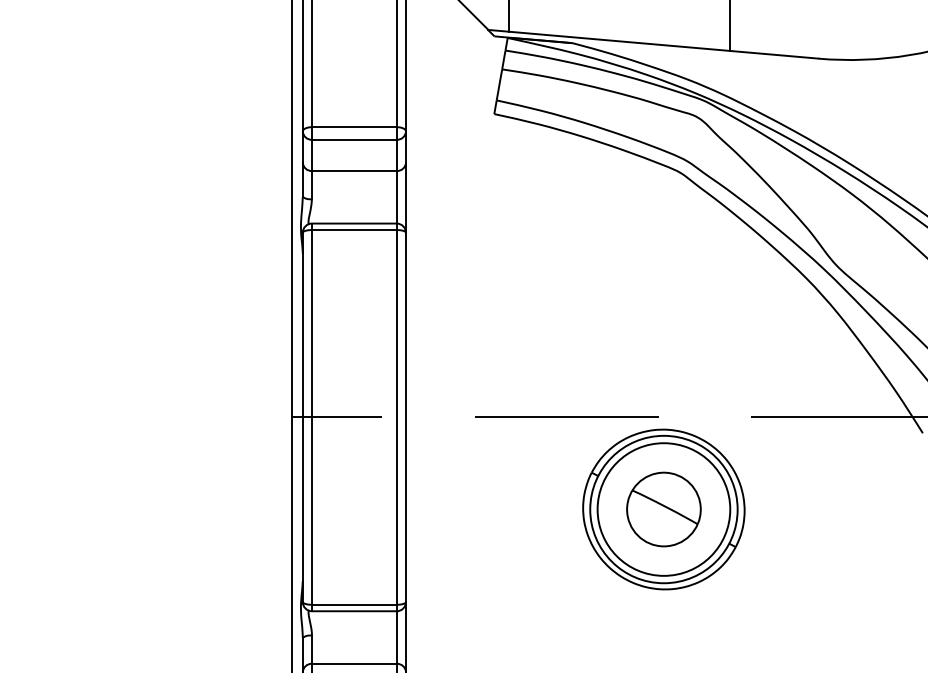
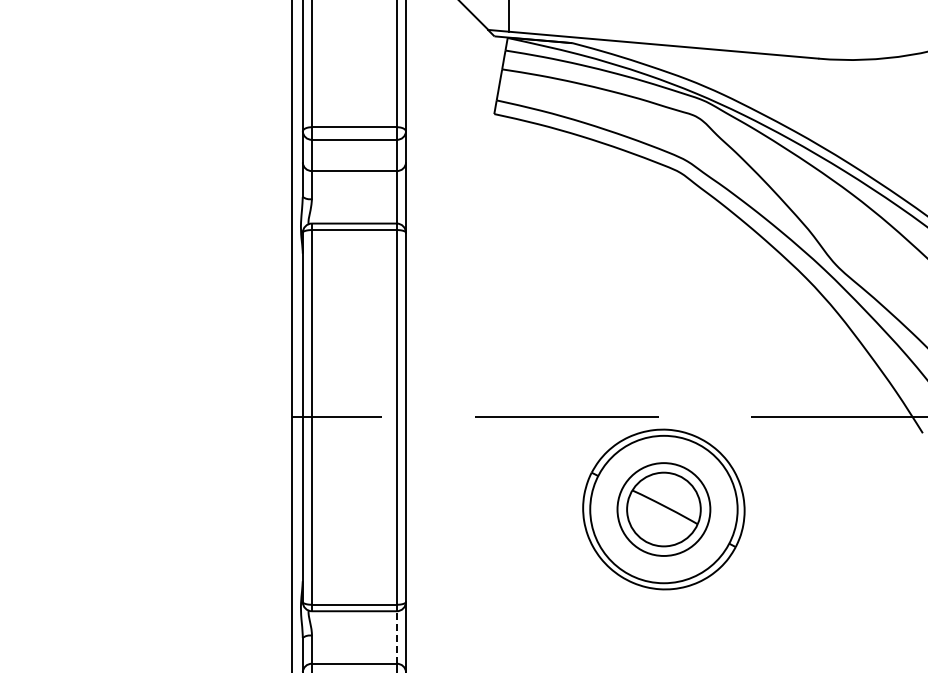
line at (730, 26): present -> none
circle at (663, 509) diameter: 133 px -> 93 px
line at (396, 637): solid -> dashed
